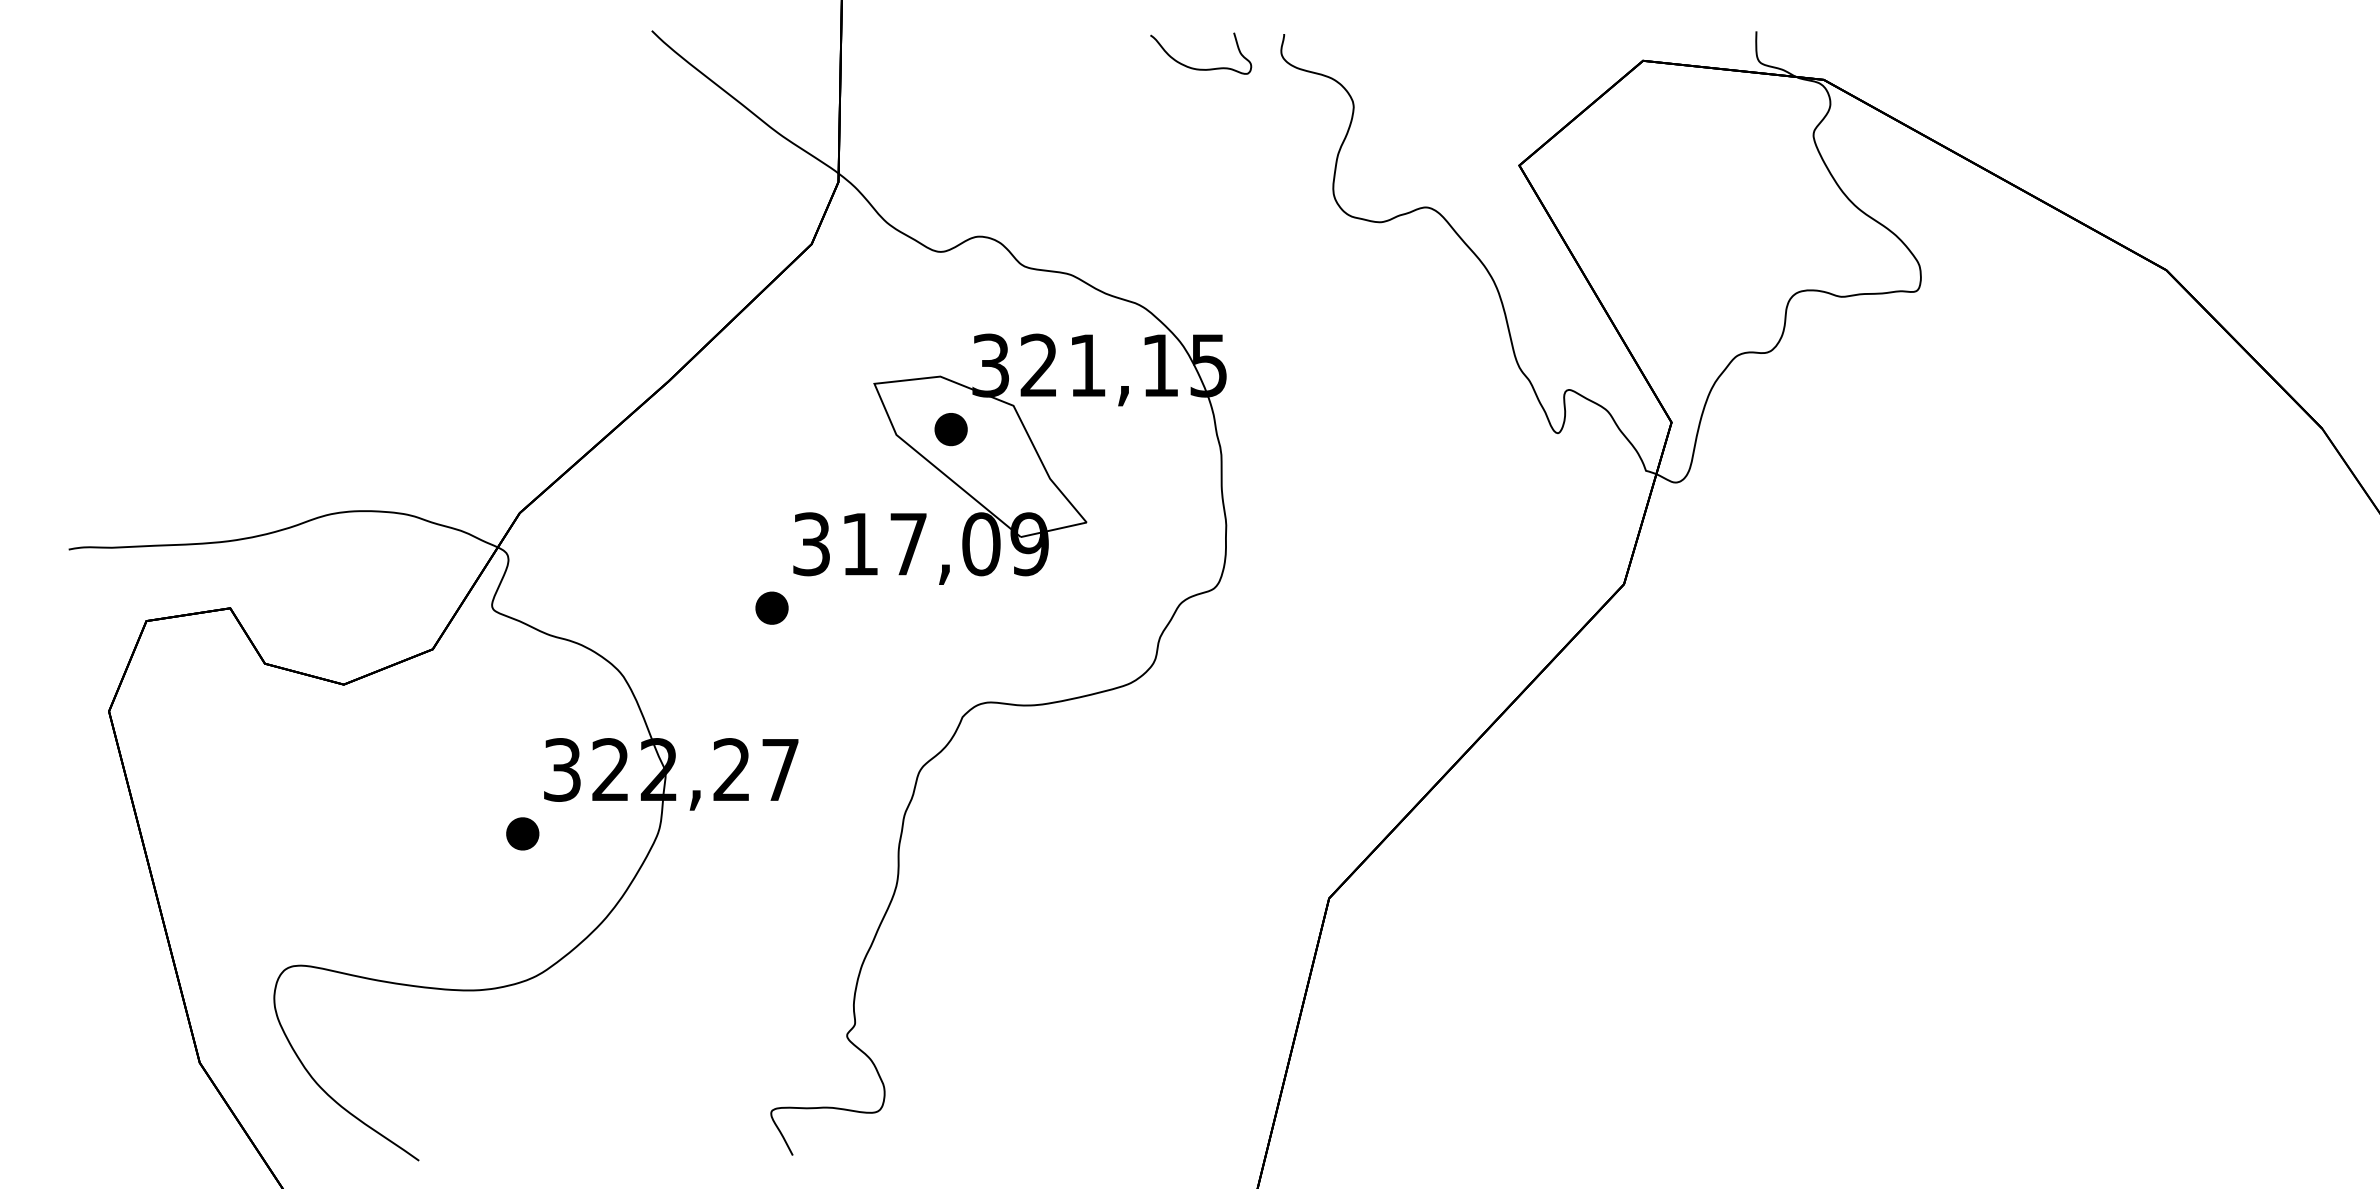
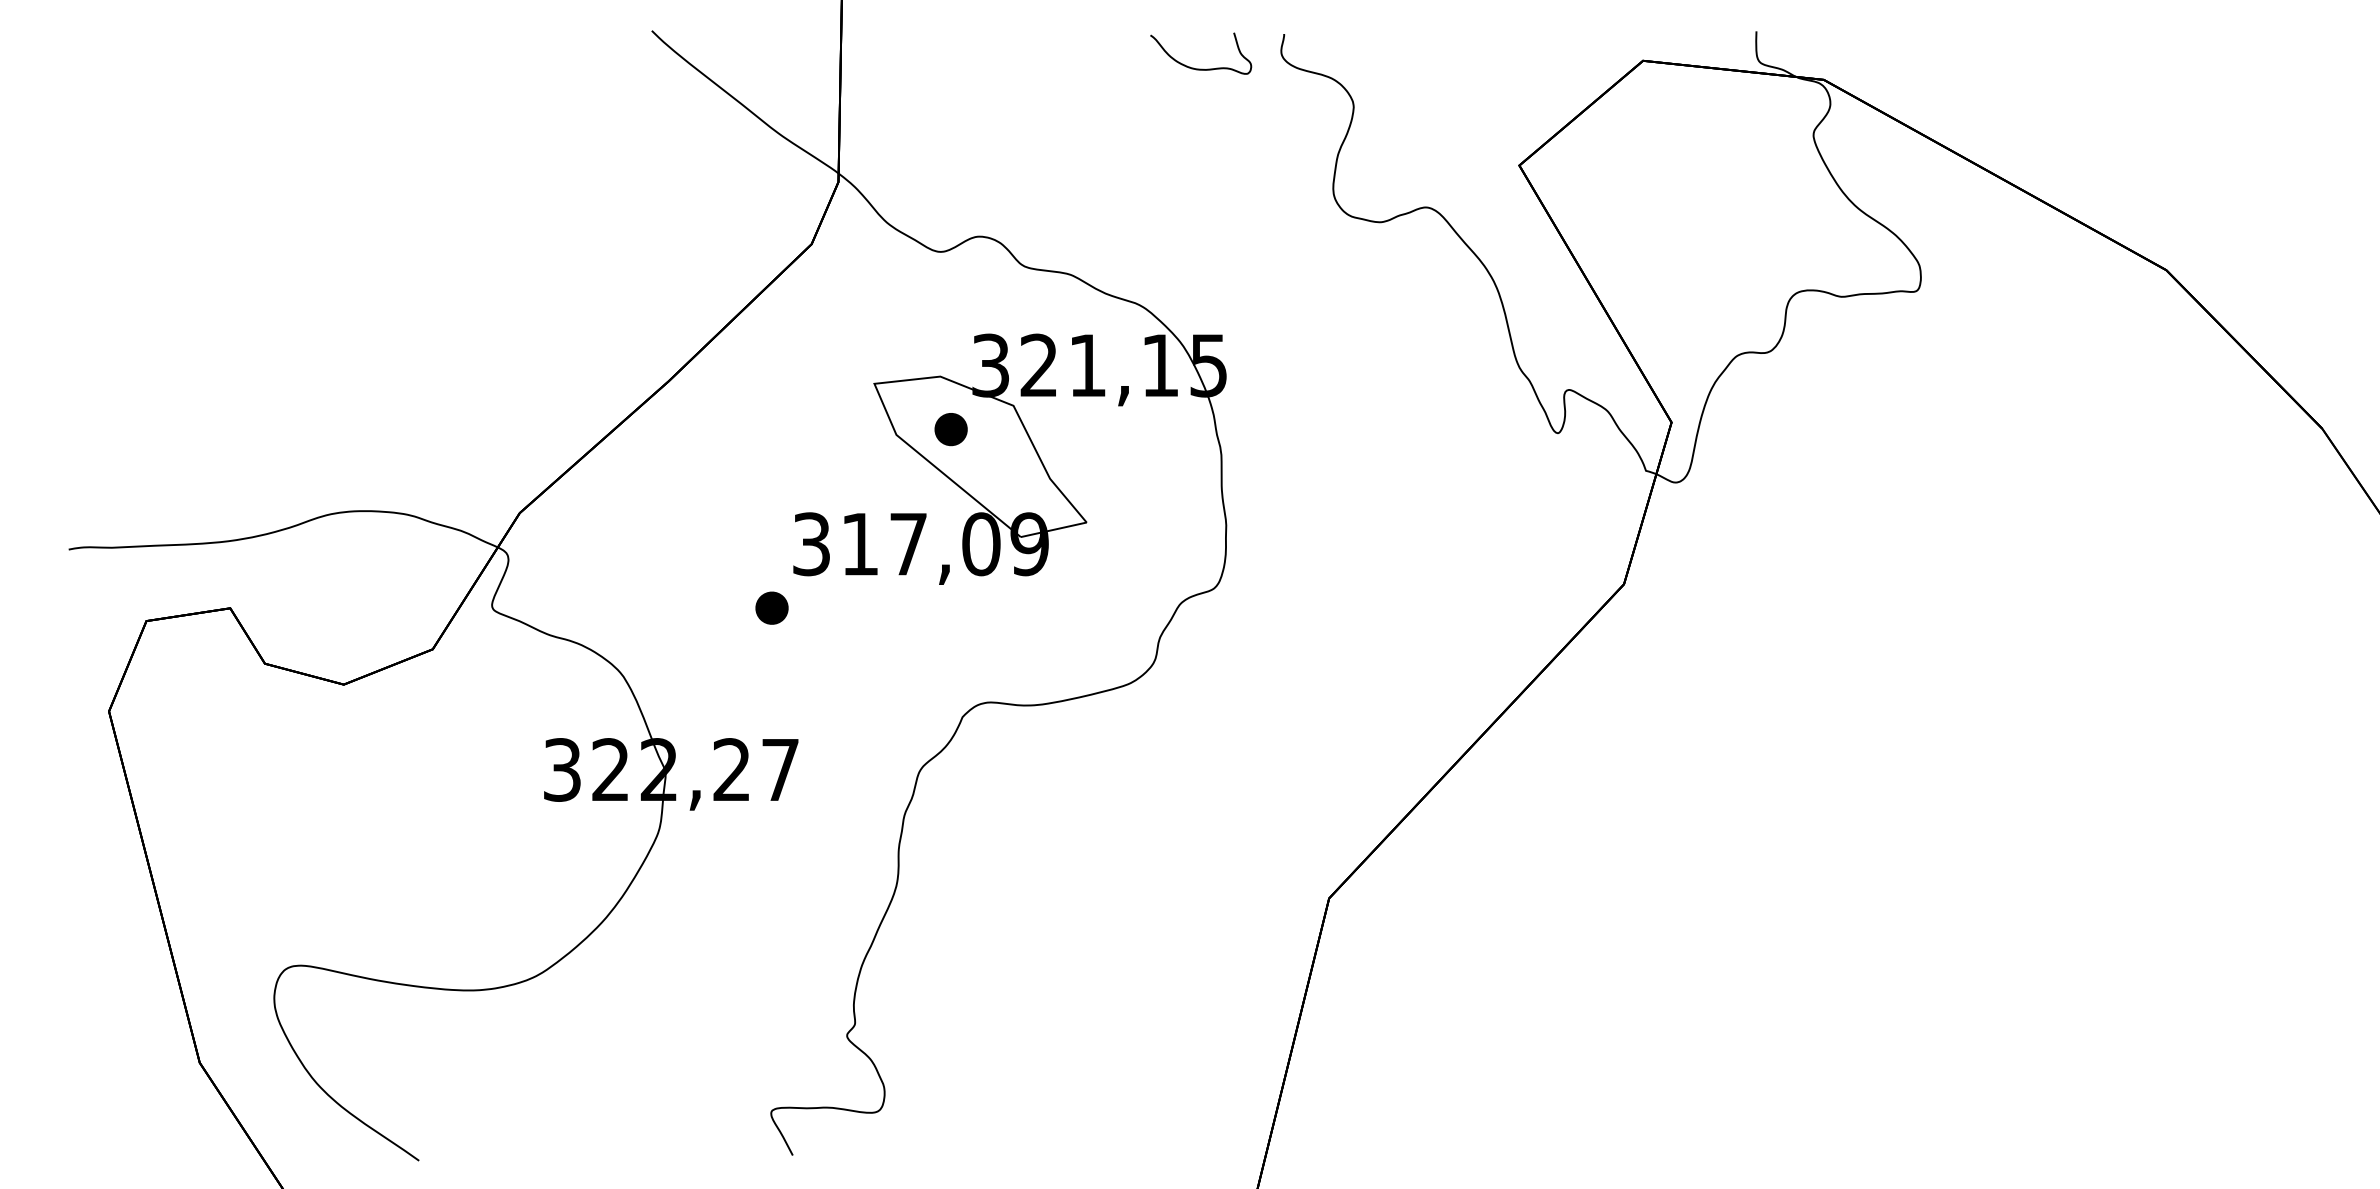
part at (522, 833): present -> none
